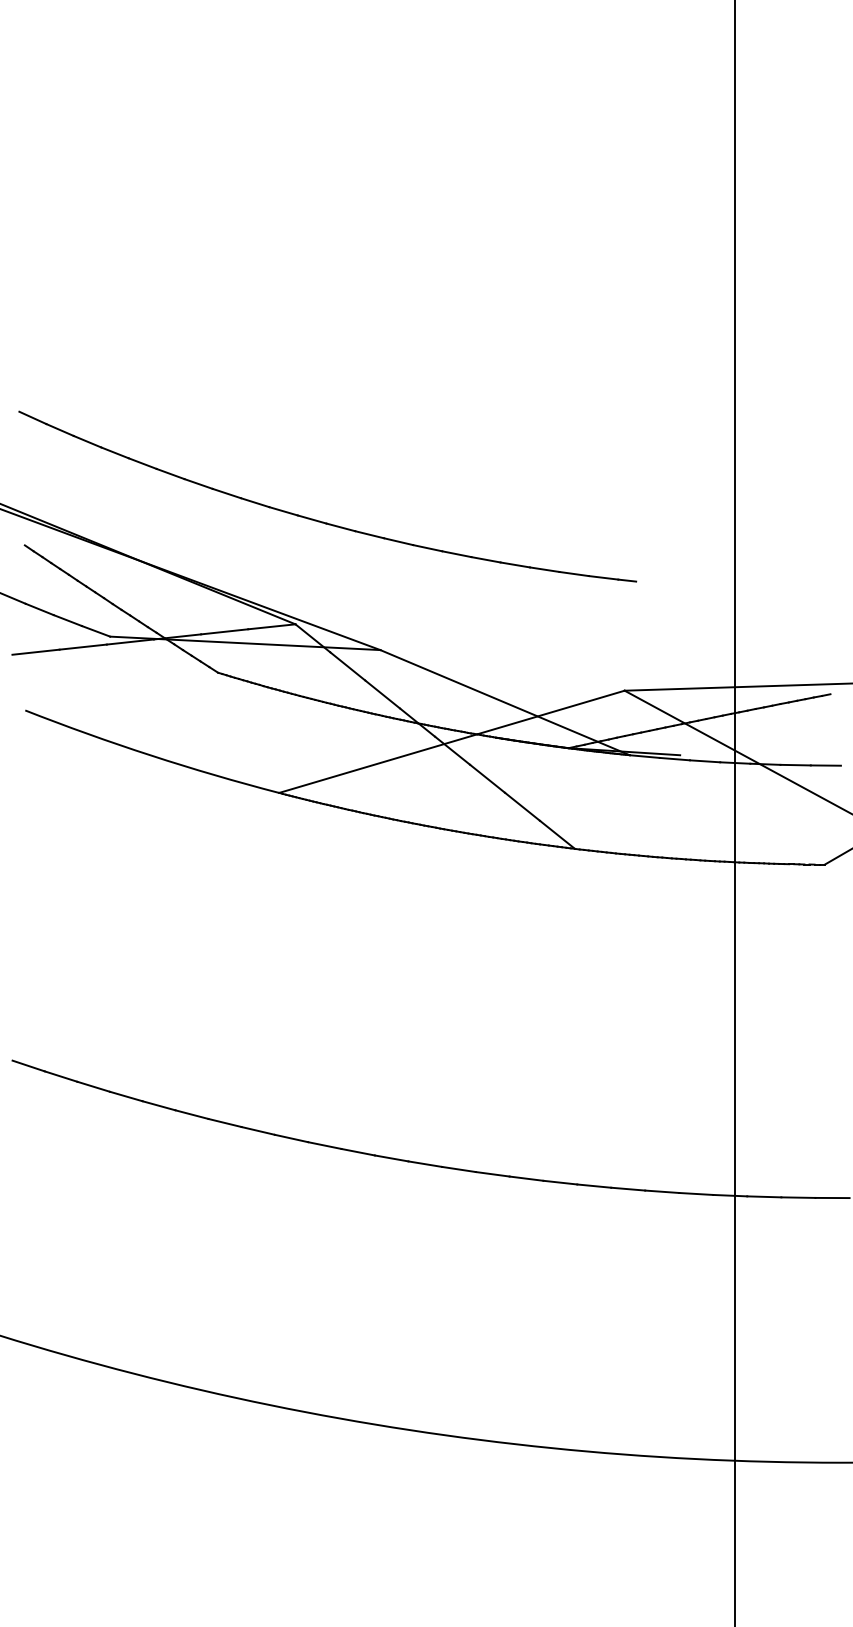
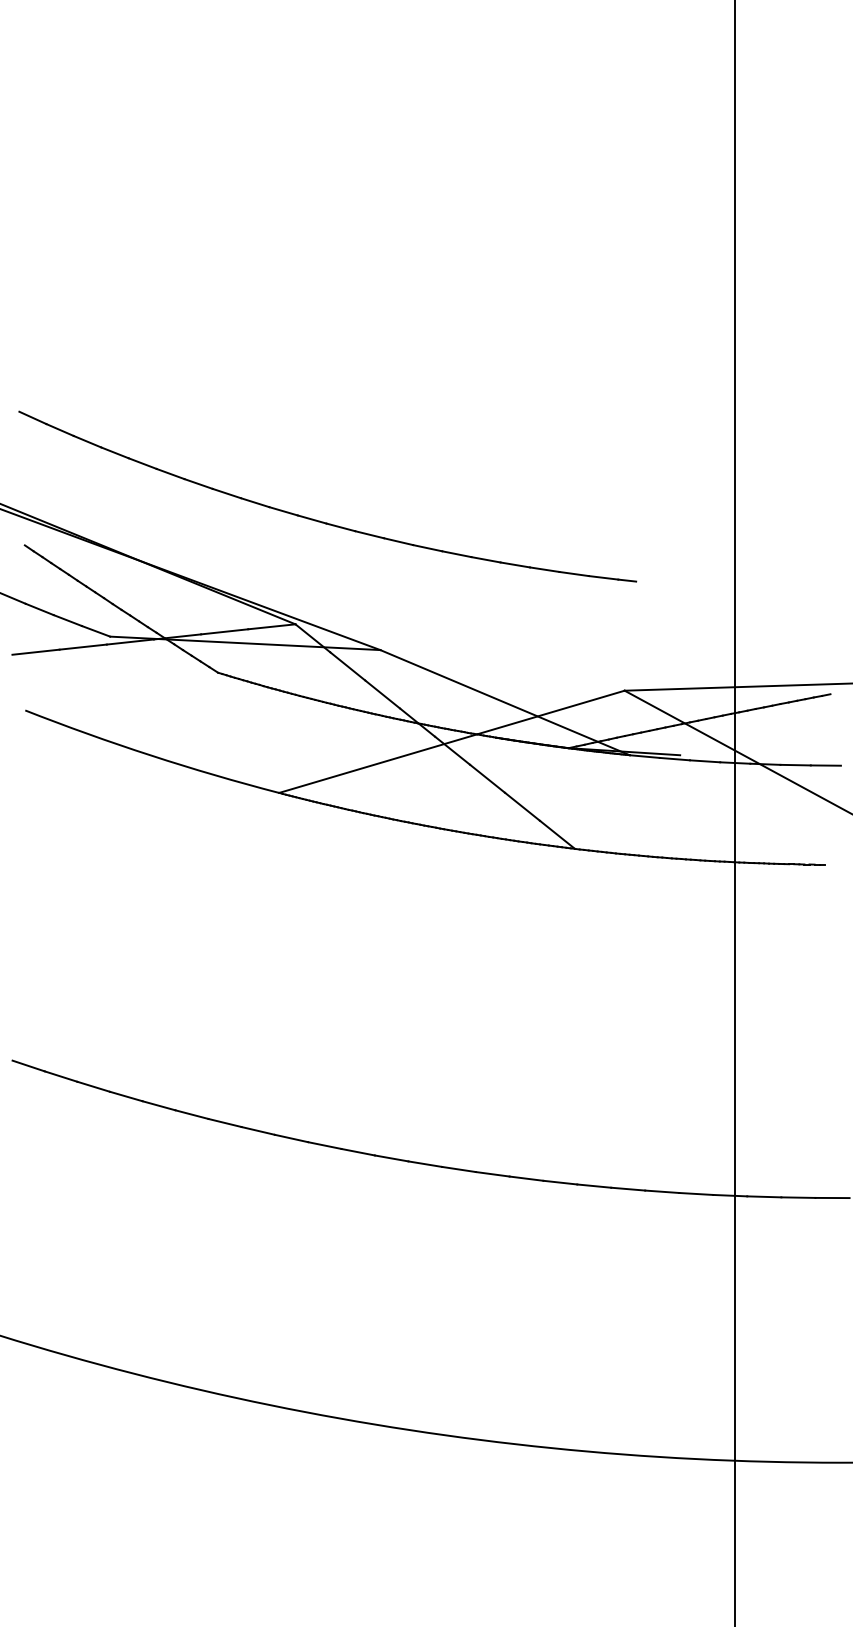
line at (836, 857): present -> none
